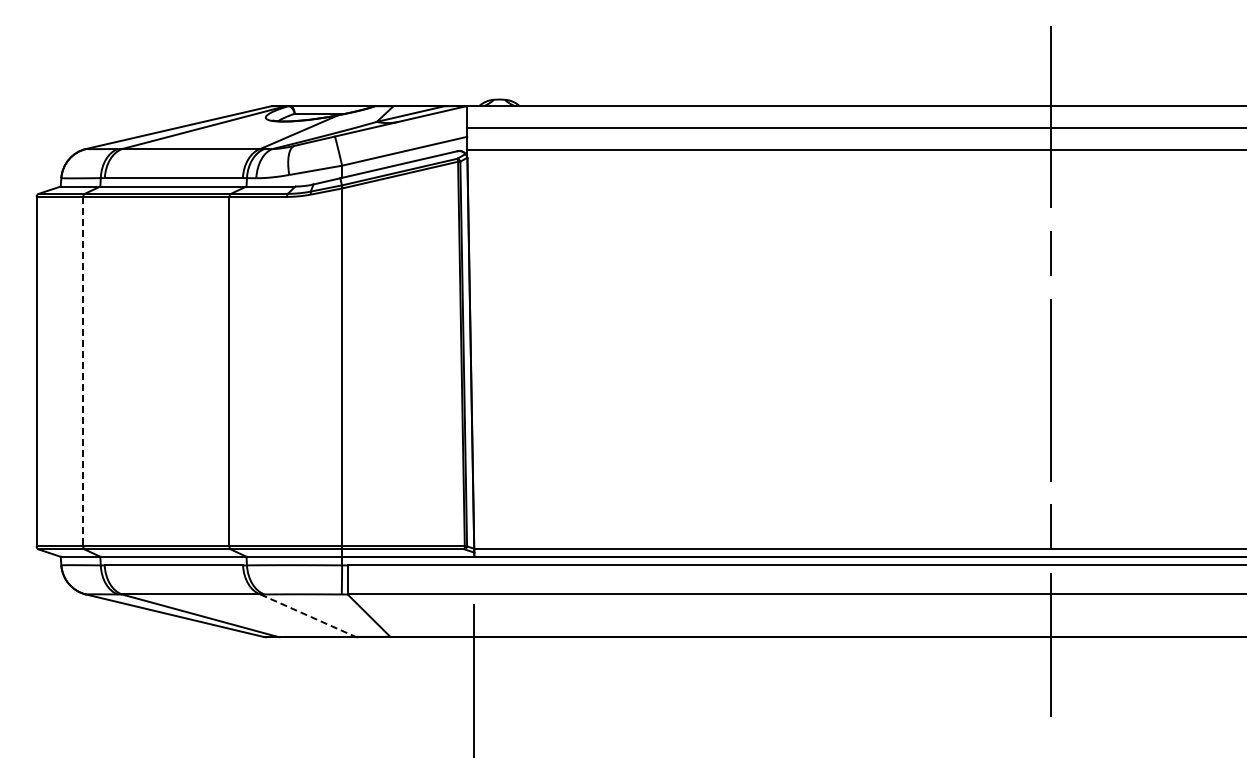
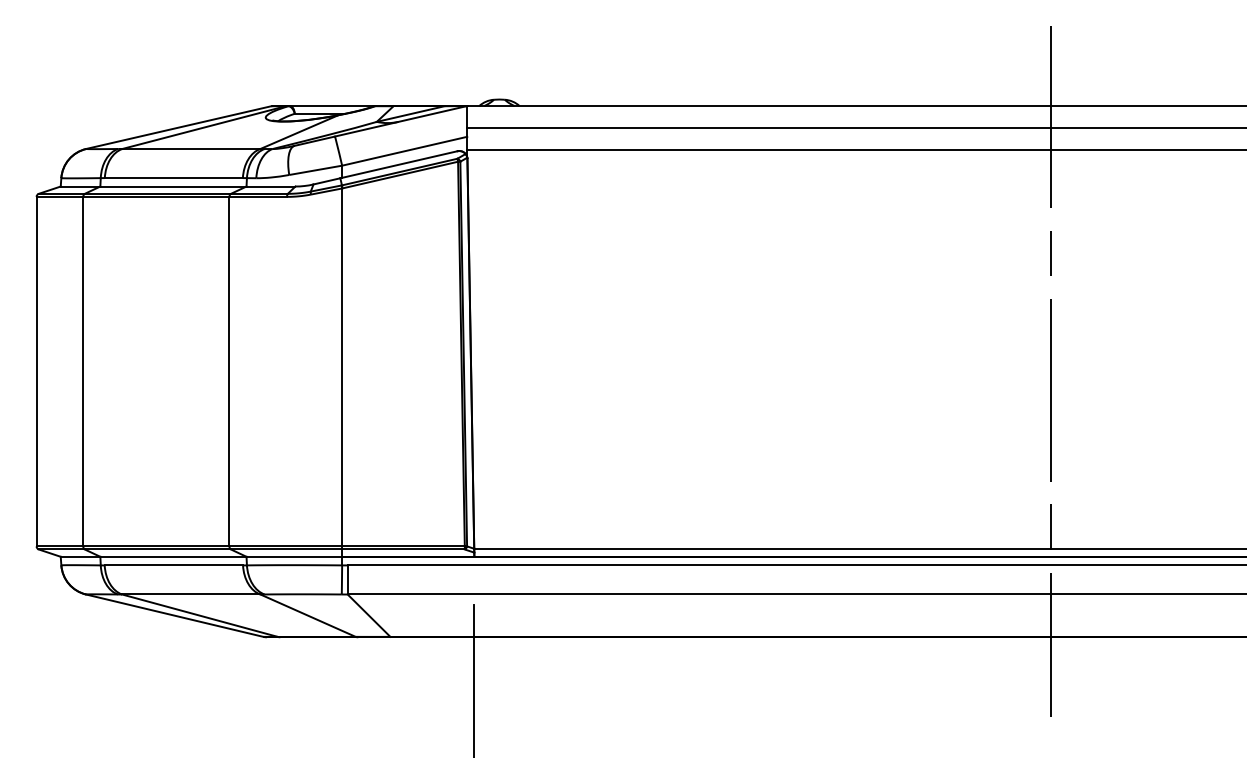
line at (83, 371): dashed -> solid
line at (308, 615): dashed -> solid
